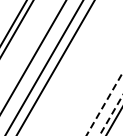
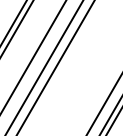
line at (104, 104): dashed -> solid
line at (110, 115): dashed -> solid
